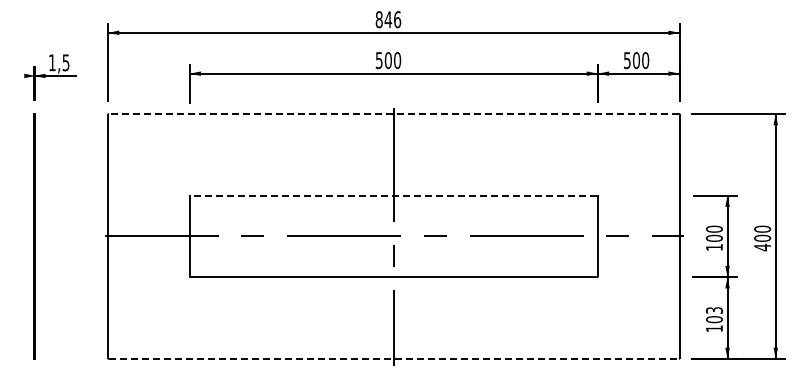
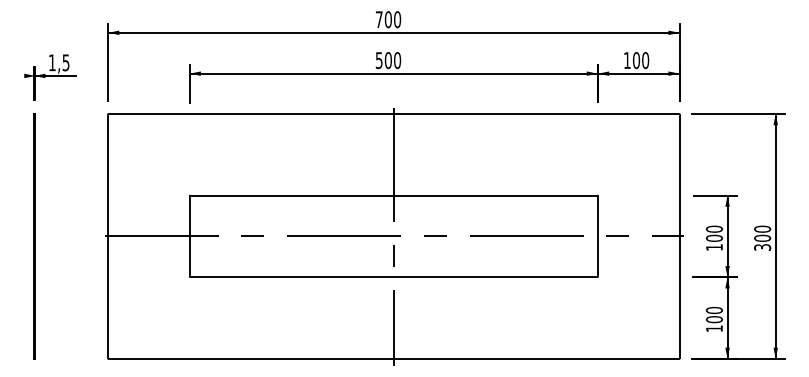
text at (388, 19): 846 -> 700
text at (627, 60): 500 -> 100
line at (393, 113): dashed -> solid
line at (393, 195): dashed -> solid
text at (762, 247): 400 -> 300
text at (714, 310): 103 -> 100
line at (393, 358): dashed -> solid
